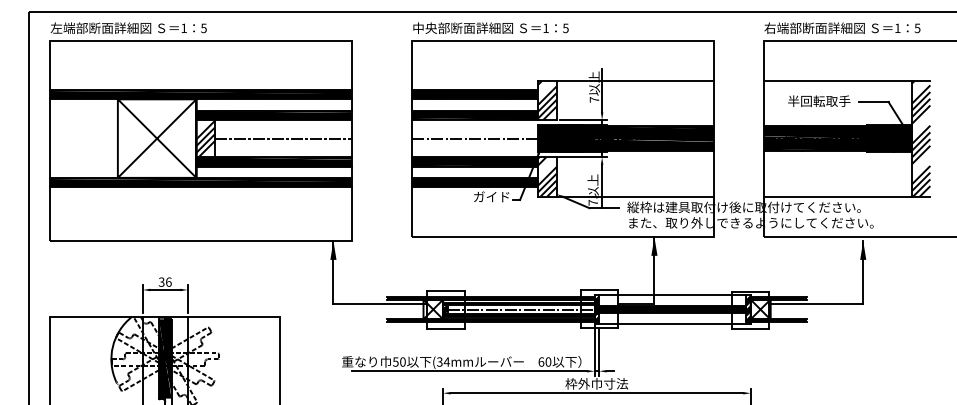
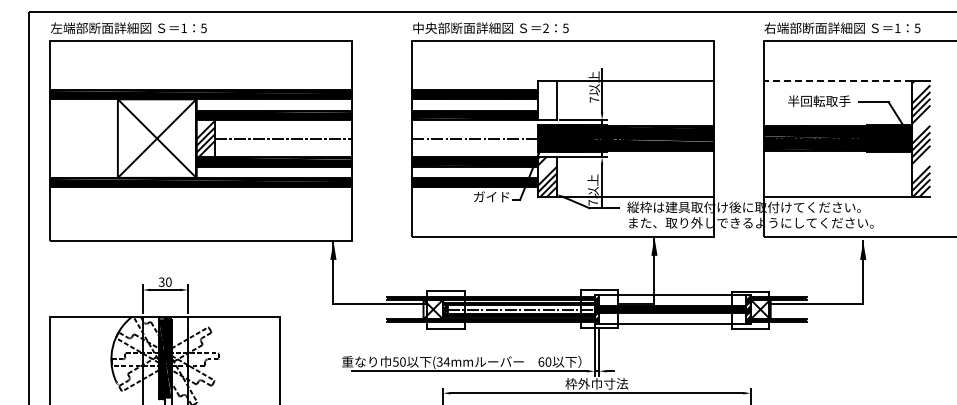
text at (545, 27): 1 -> 2
line at (837, 80): solid -> dashed
hatch at (546, 99): present -> none
text at (168, 281): 36 -> 30
